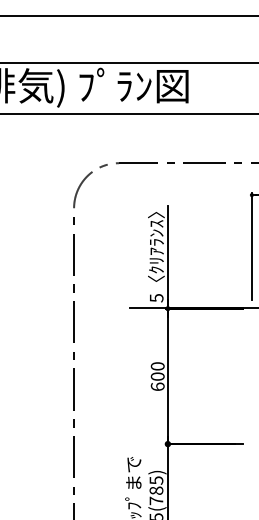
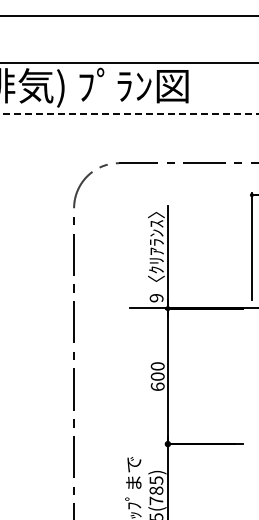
line at (129, 113): solid -> dashed
text at (156, 298): 5 -> 9
